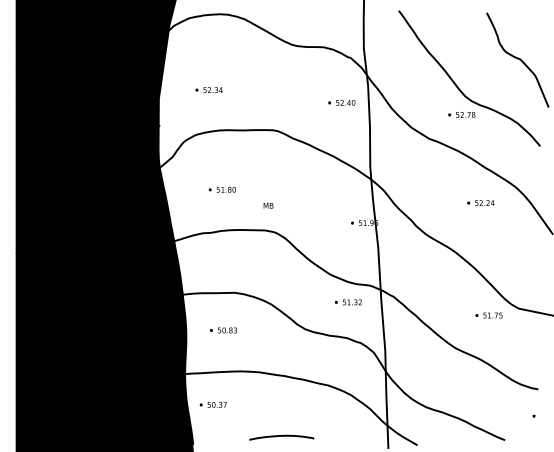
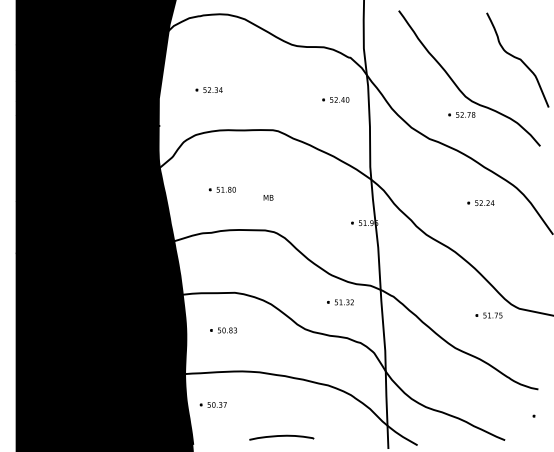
part at (341, 102) position: (341, 102) -> (335, 99)
text at (268, 205) position: (268, 205) -> (268, 197)
part at (348, 302) position: (348, 302) -> (340, 302)
